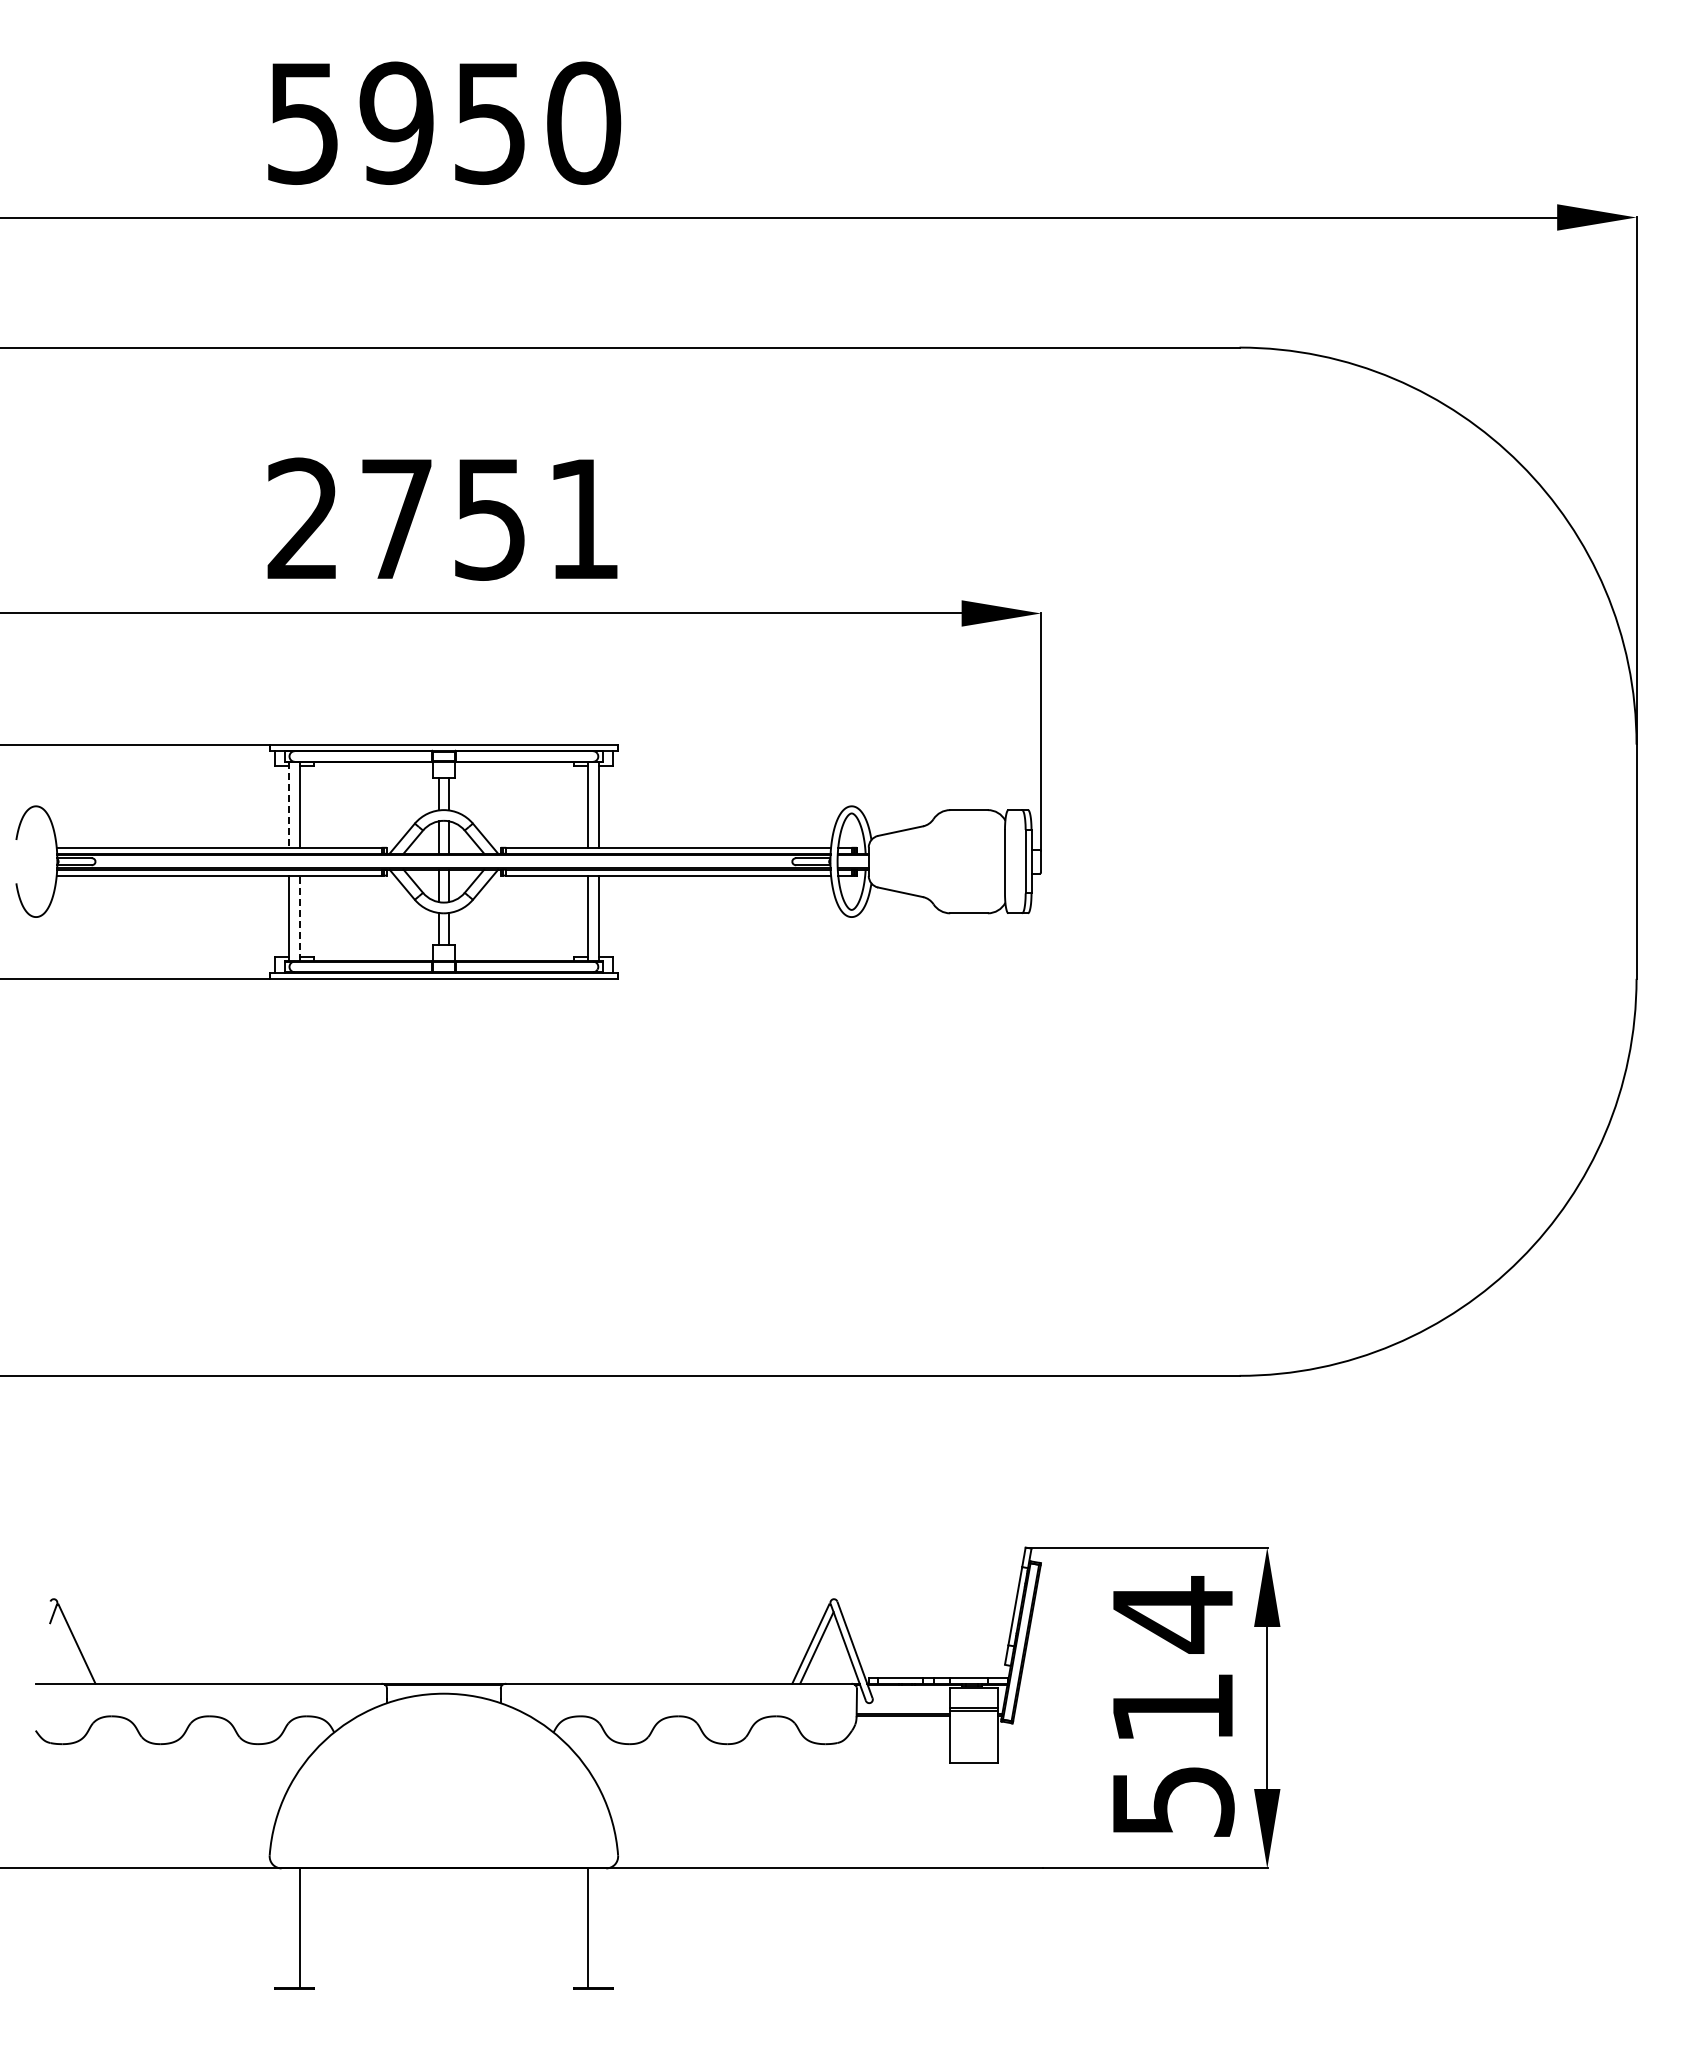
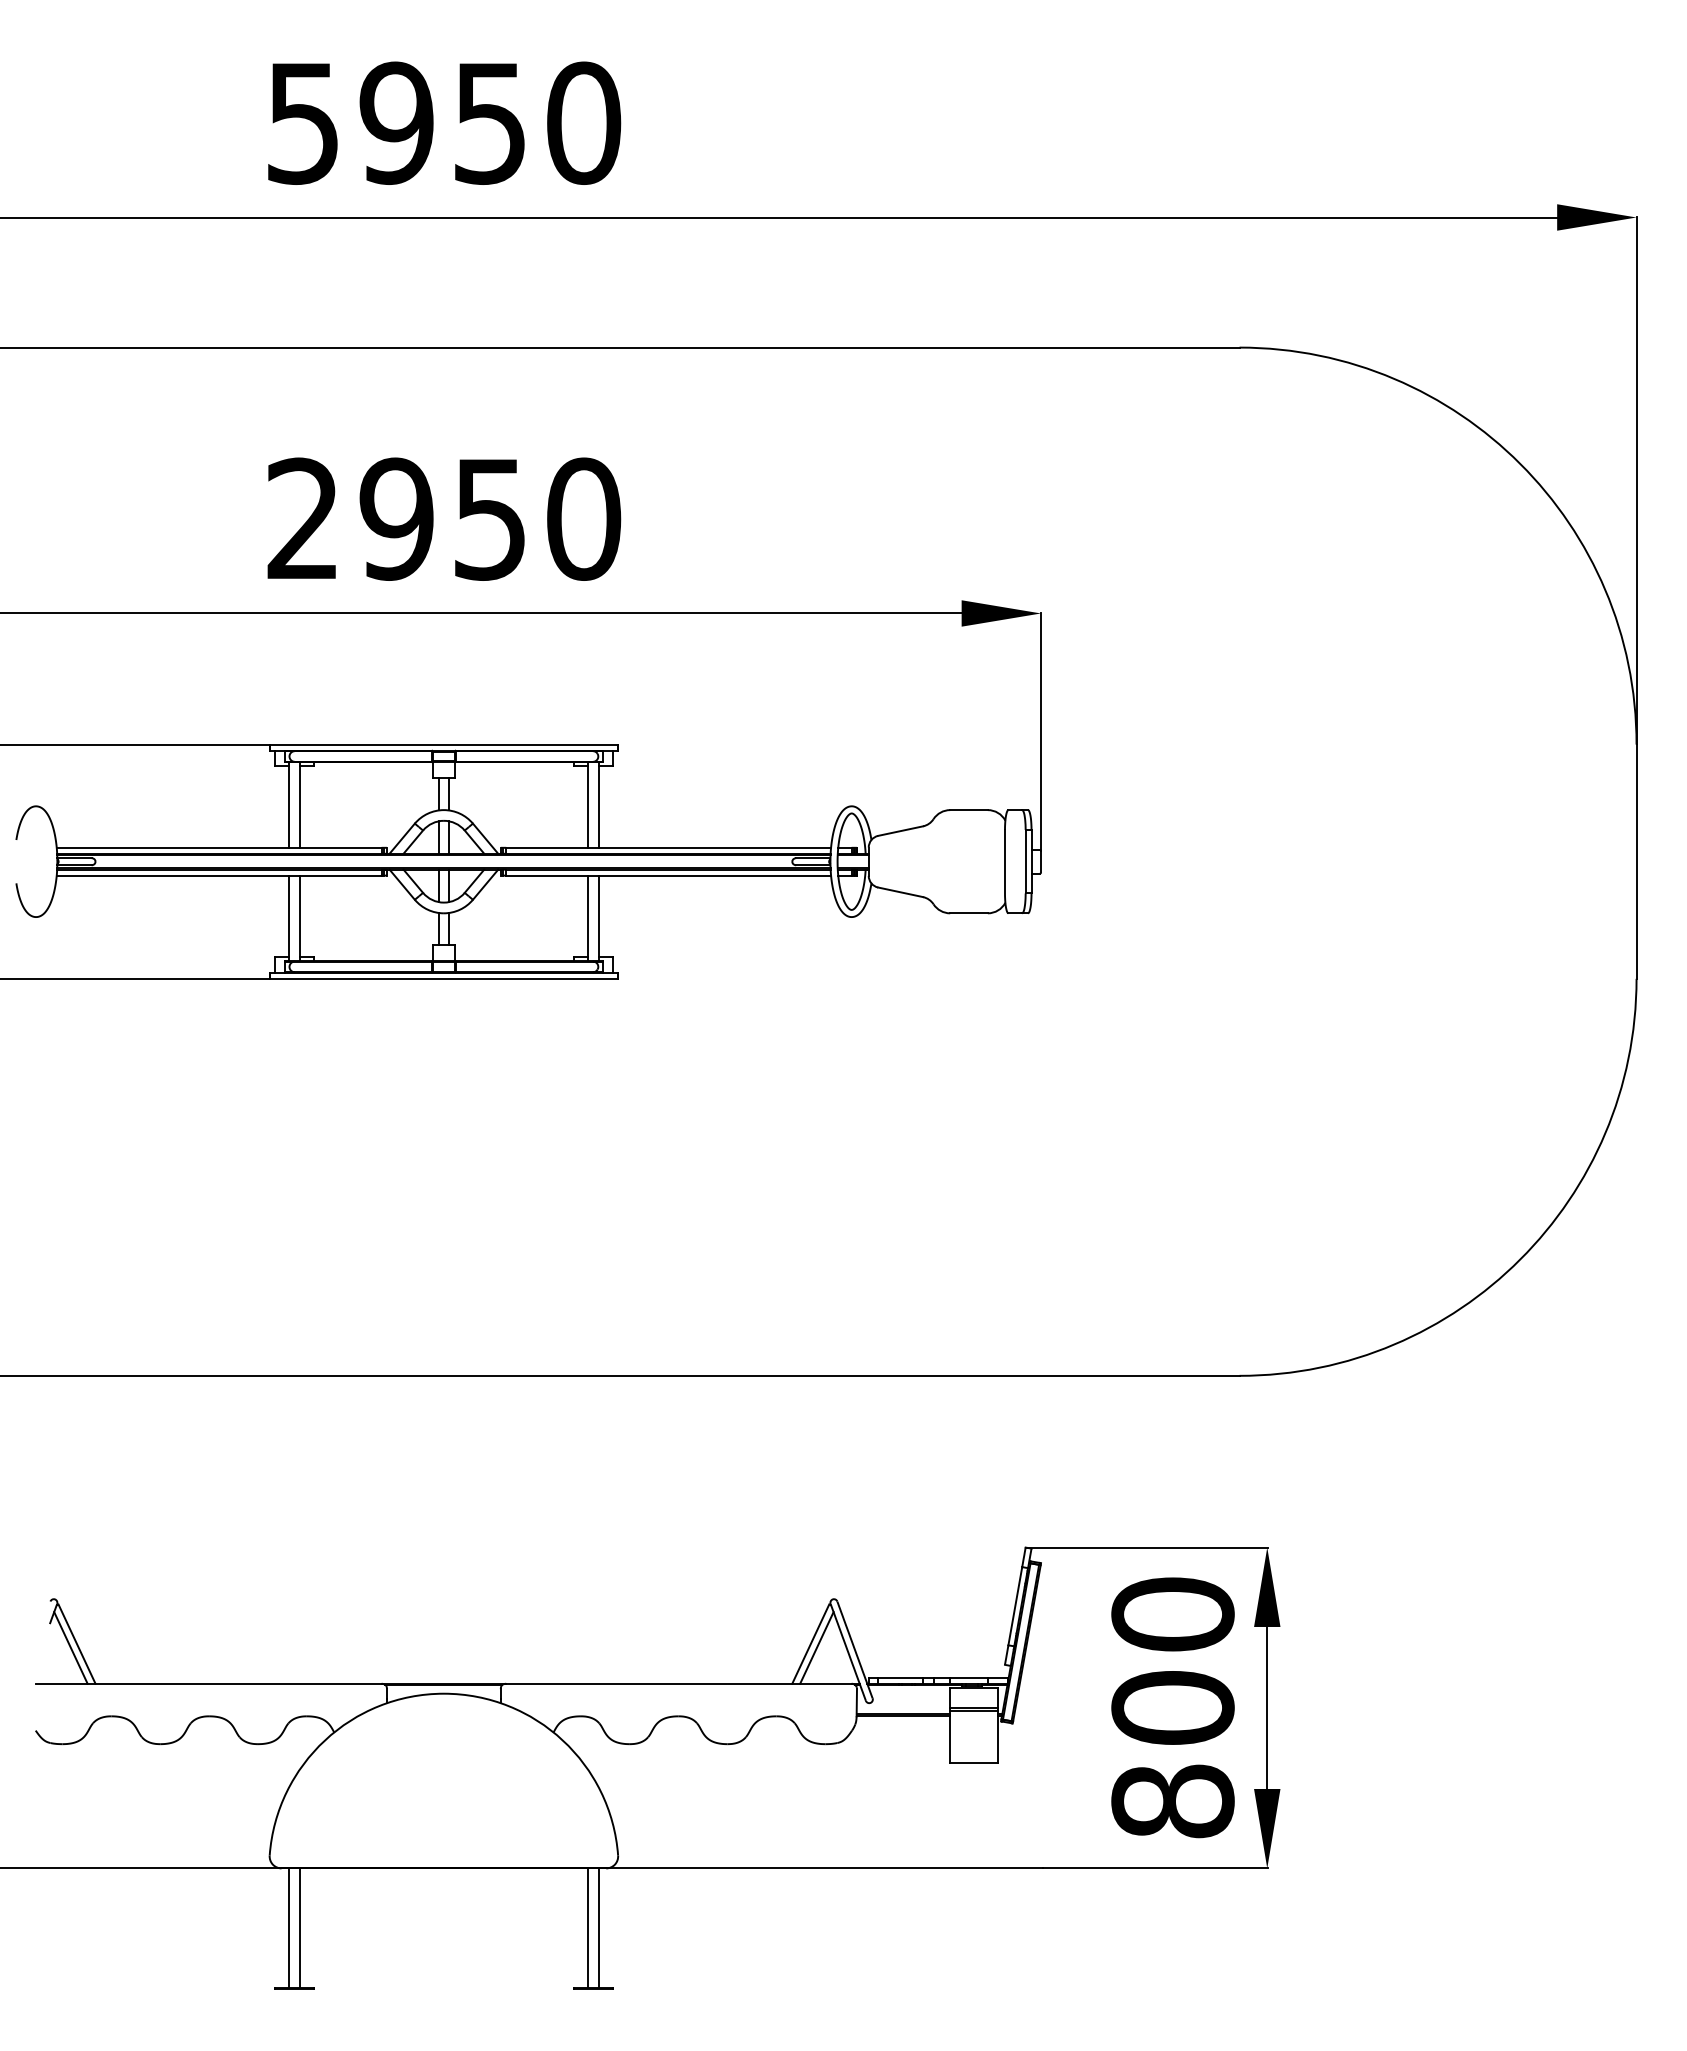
text at (490, 518): 2751 -> 2950
line at (289, 805): dashed -> solid
line at (299, 918): dashed -> solid
line at (70, 1647): none -> present
text at (1172, 1707): 514 -> 800
line at (289, 1927): none -> present
line at (598, 1927): none -> present
